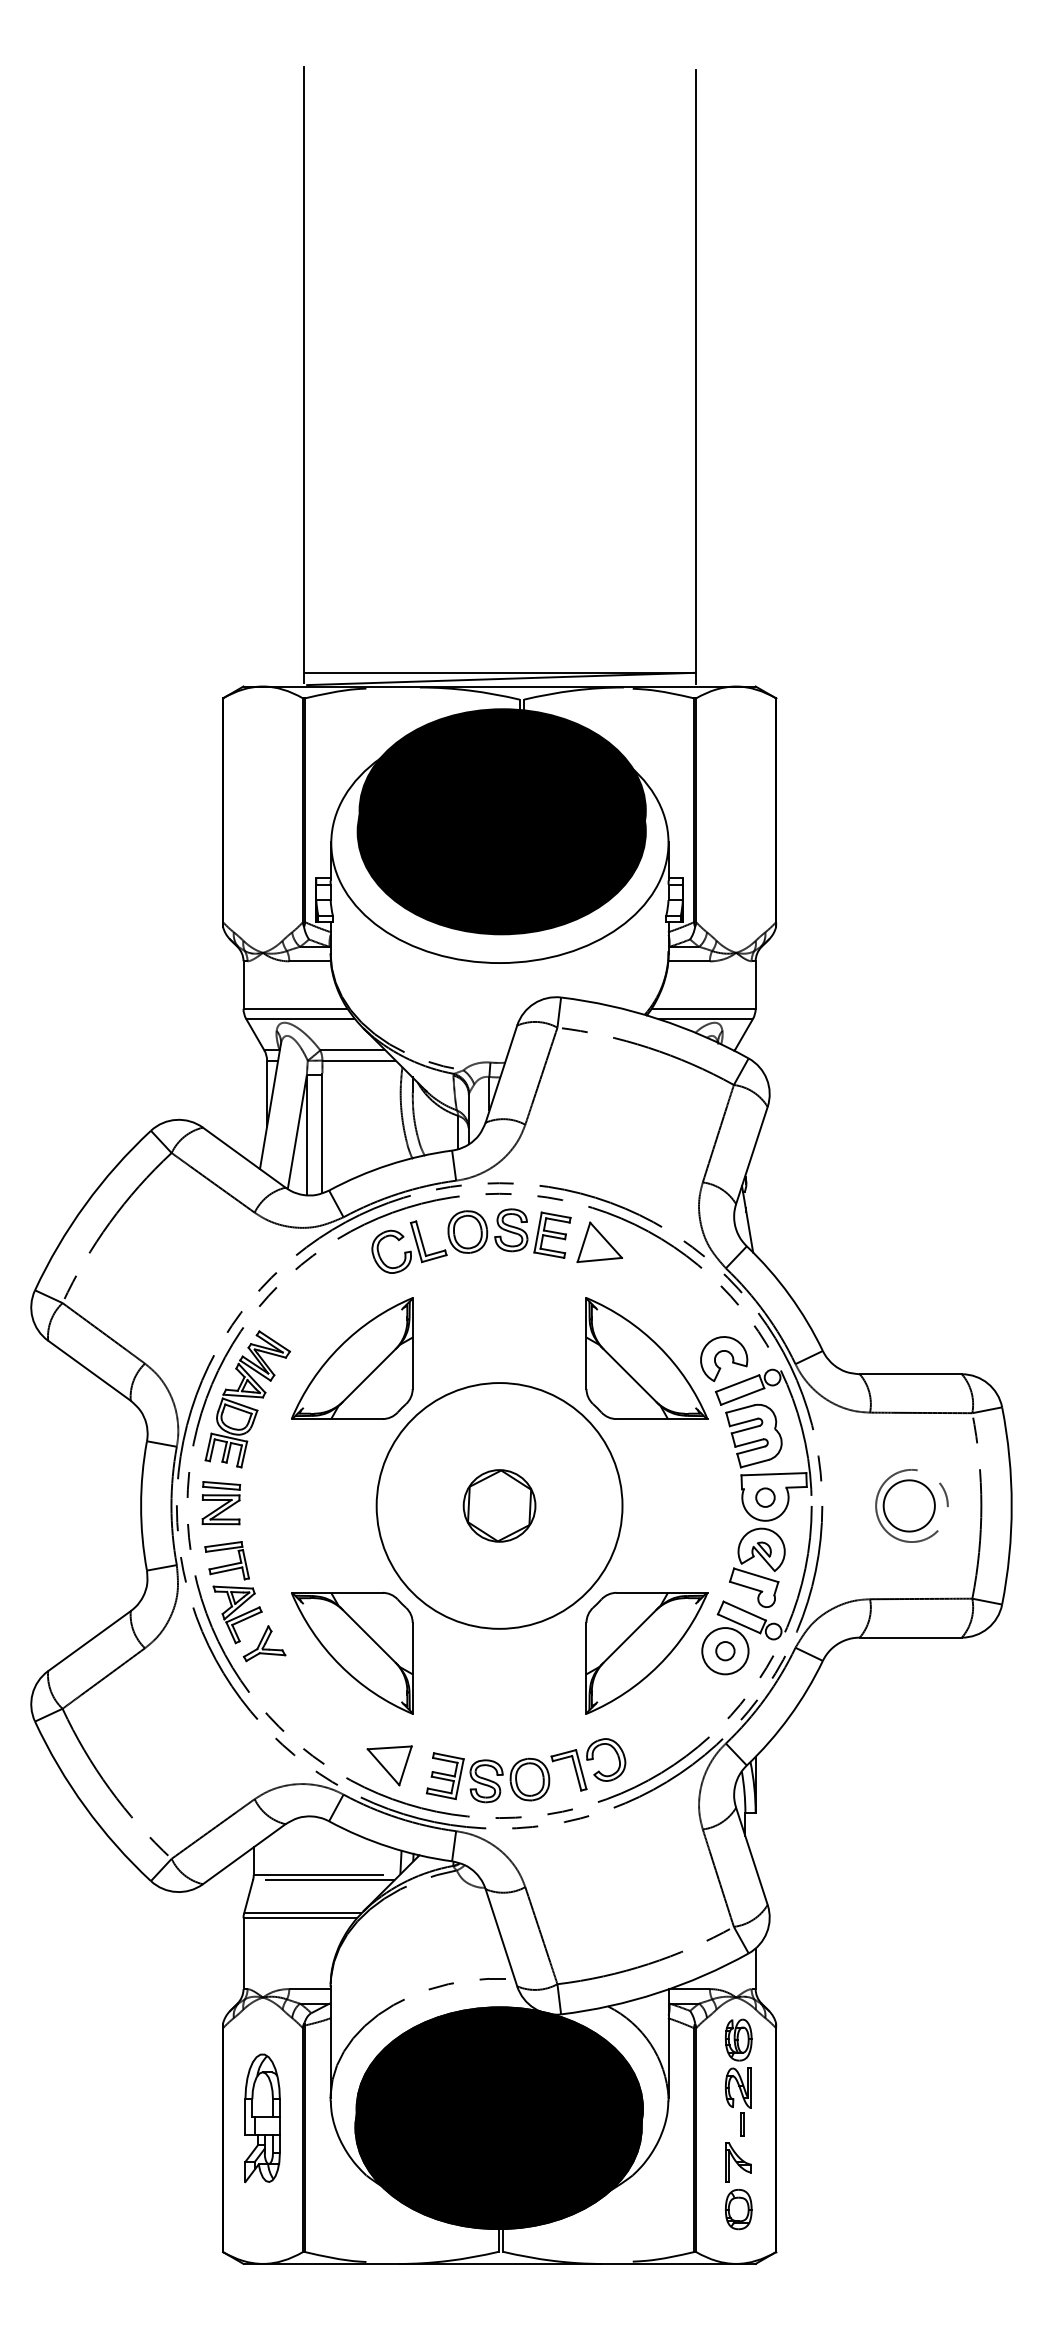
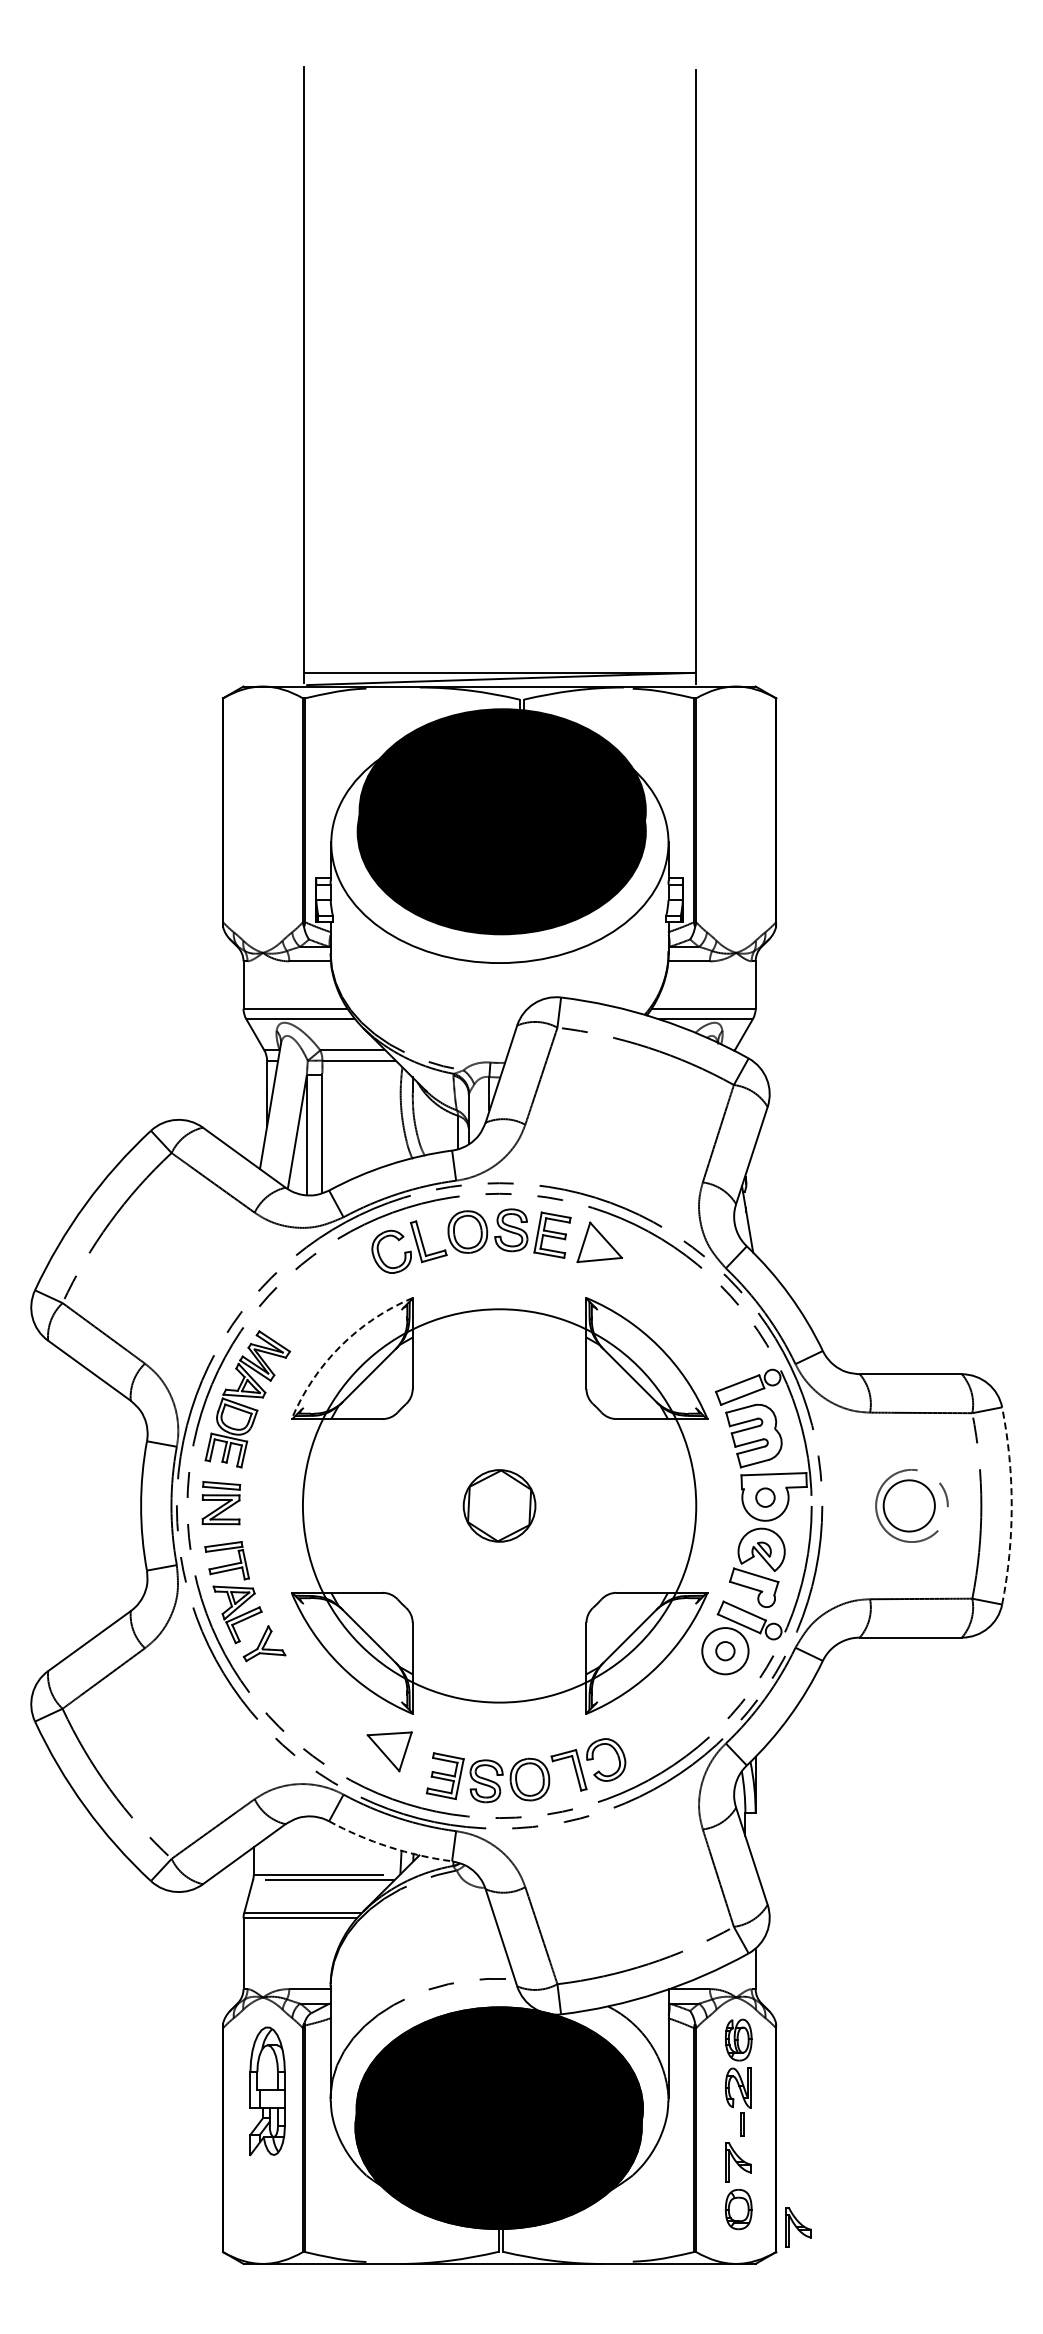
arc at (340, 1346): solid -> dashed
part at (728, 1353): present -> none
circle at (499, 1505) diameter: 246 px -> 393 px
arc at (1011, 1505): solid -> dashed
part at (389, 1765) position: (389, 1765) -> (389, 1751)
arc at (388, 1846): solid -> dashed
part at (262, 2118) position: (262, 2118) -> (267, 2091)
part at (798, 2227): none -> present
